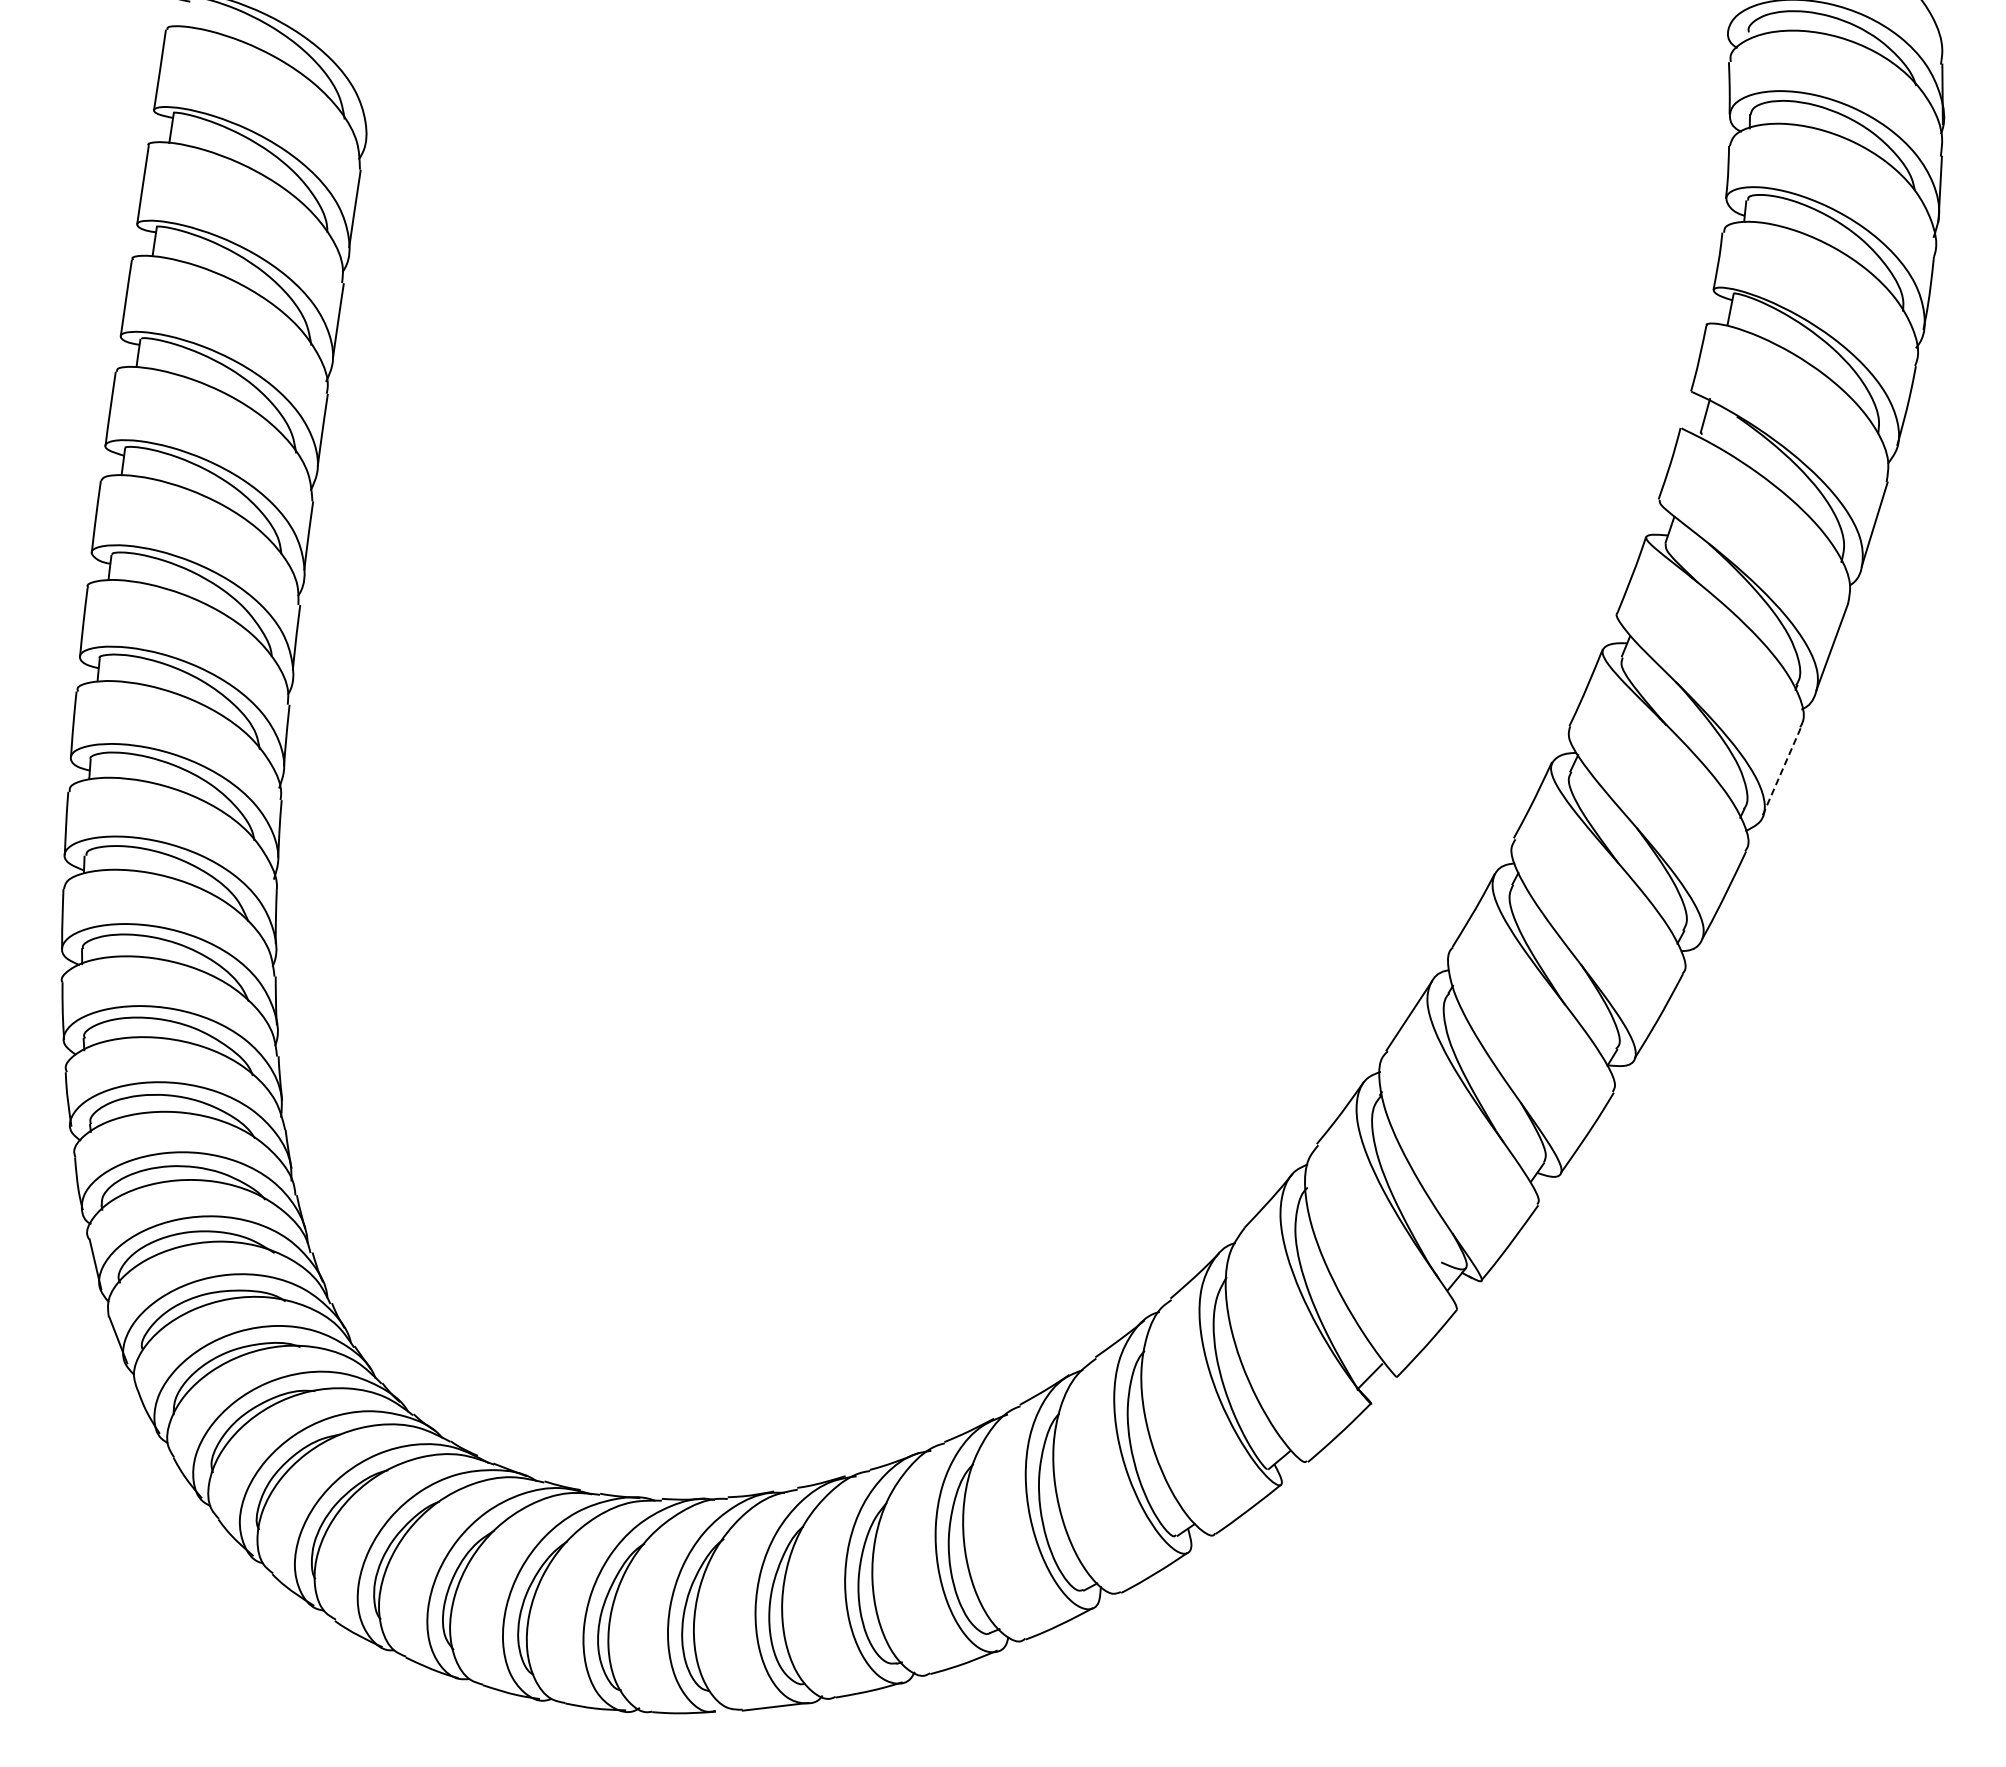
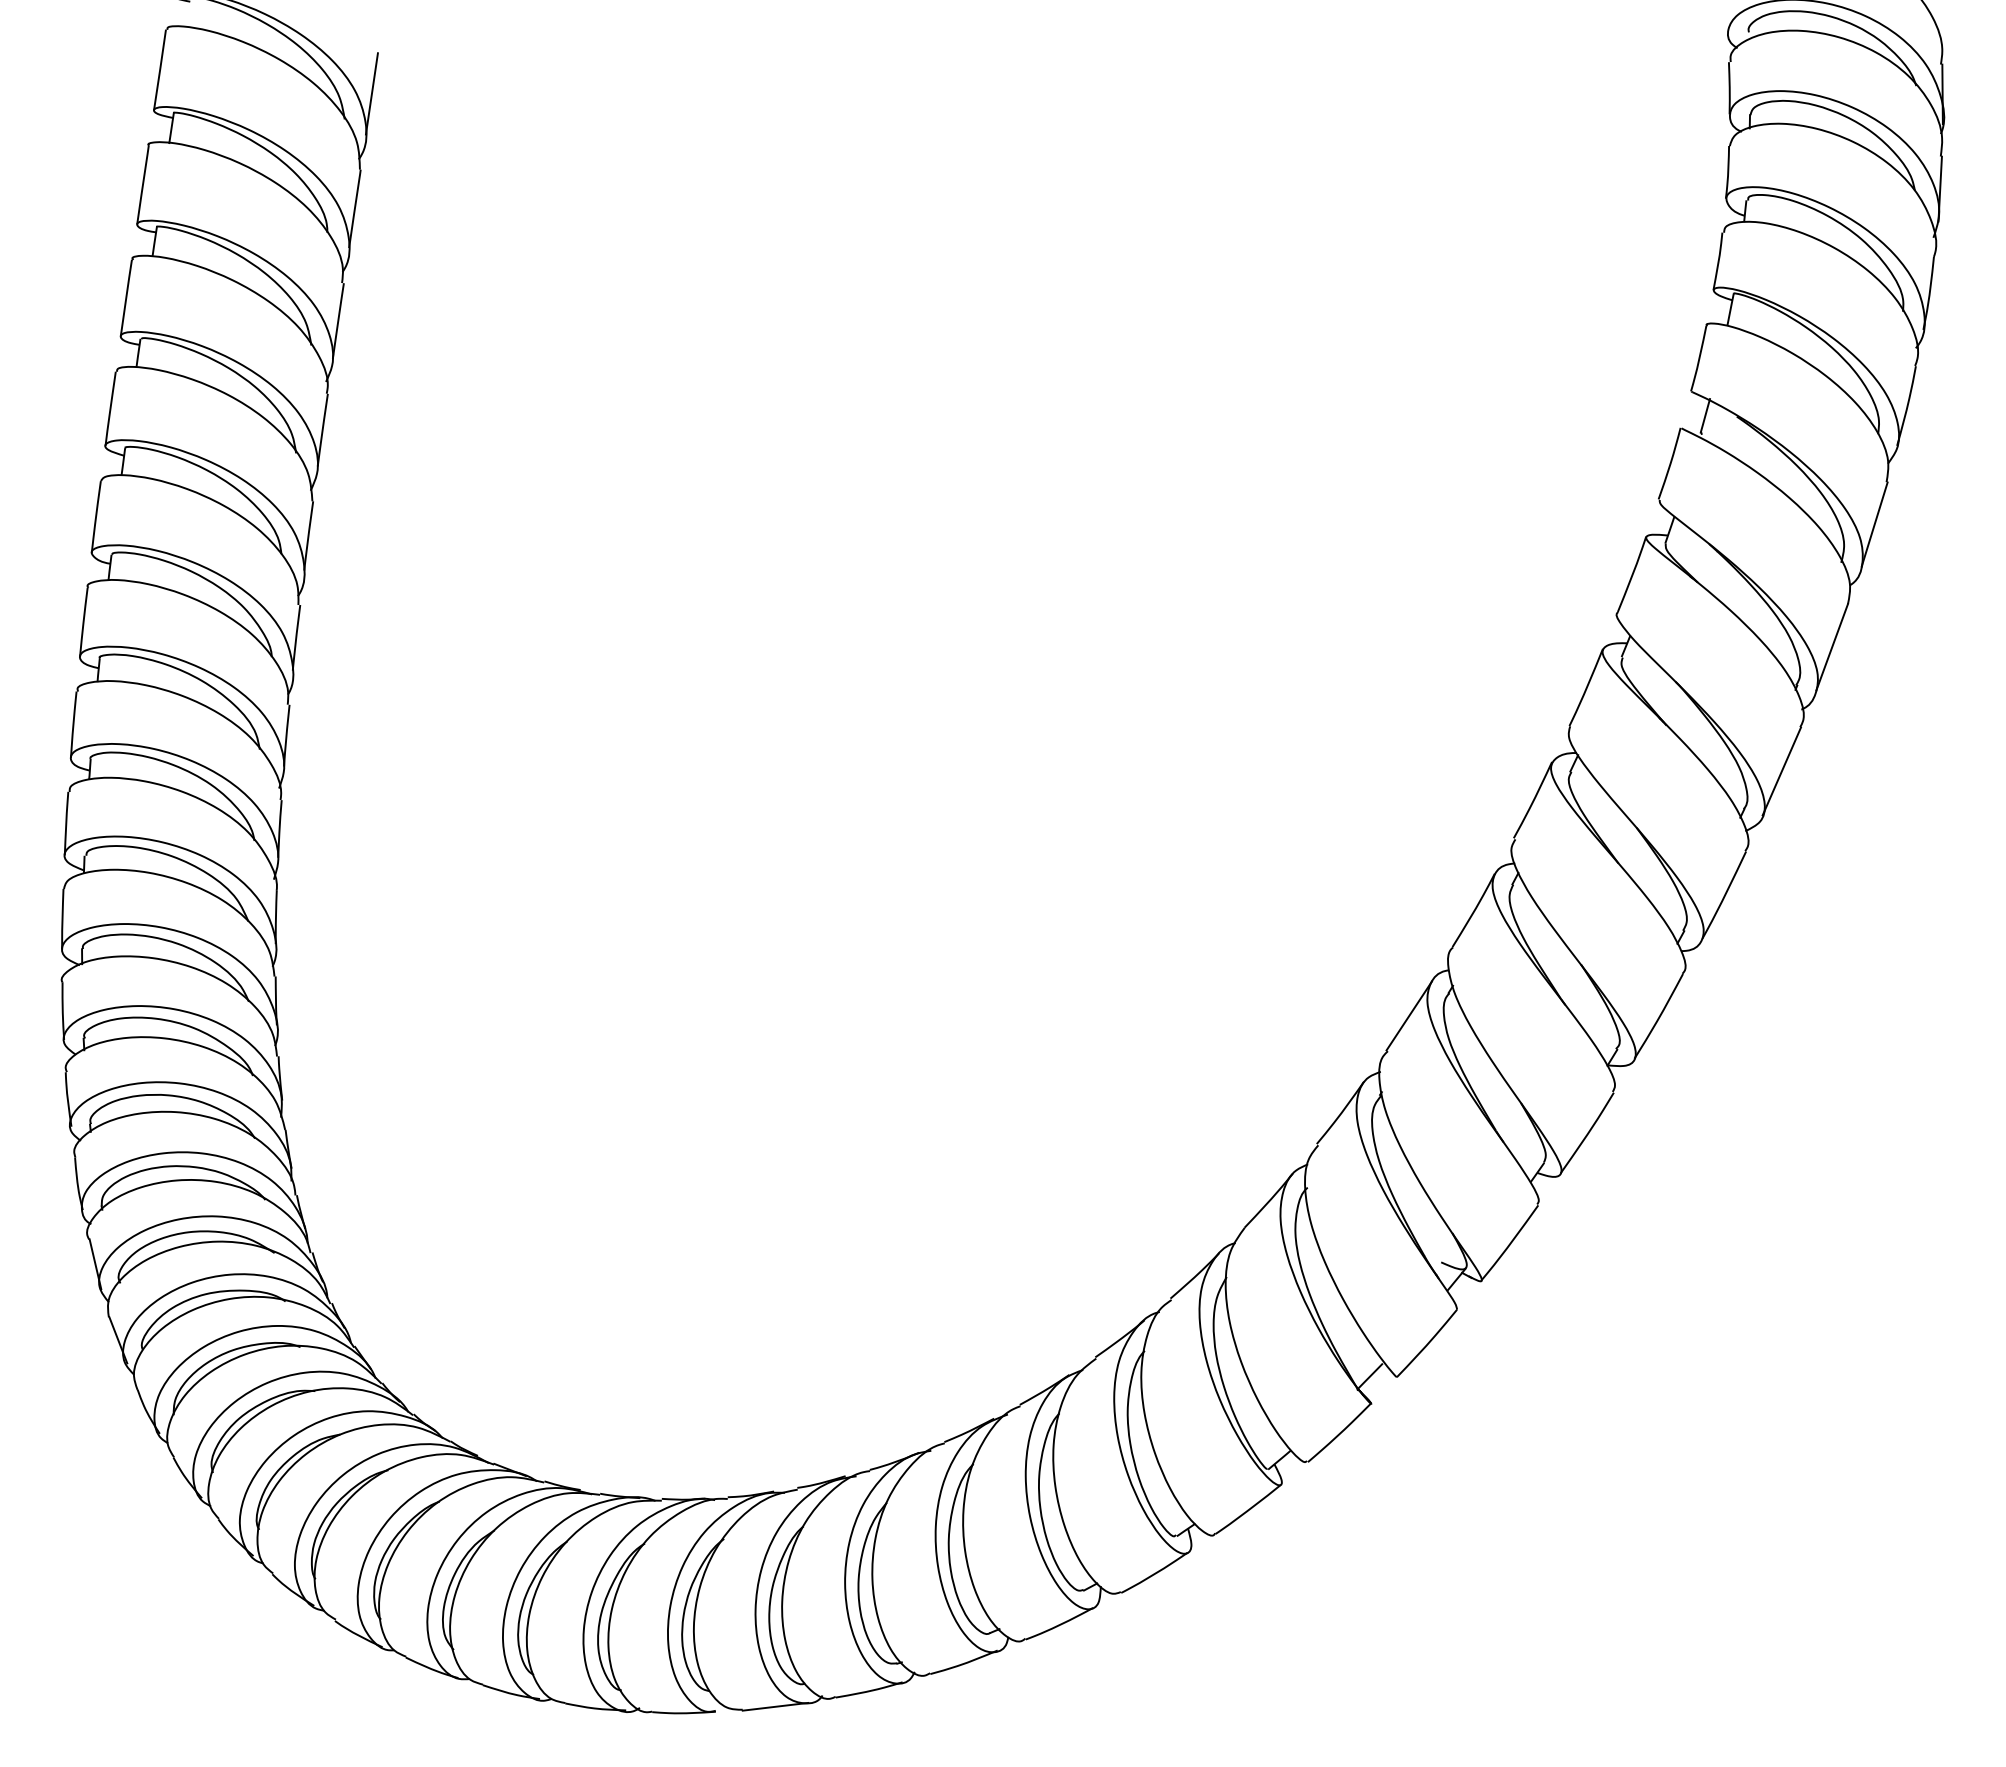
line at (371, 93): none -> present
line at (1781, 771): dashed -> solid
